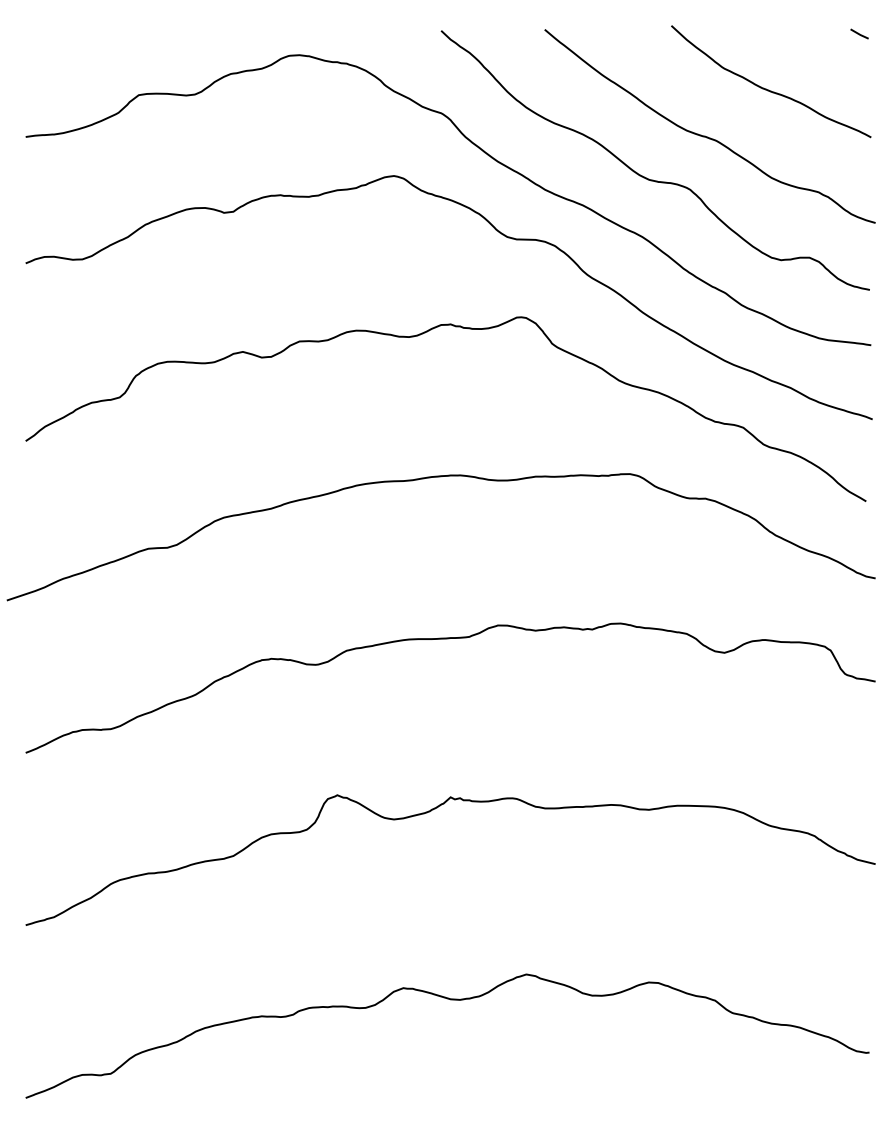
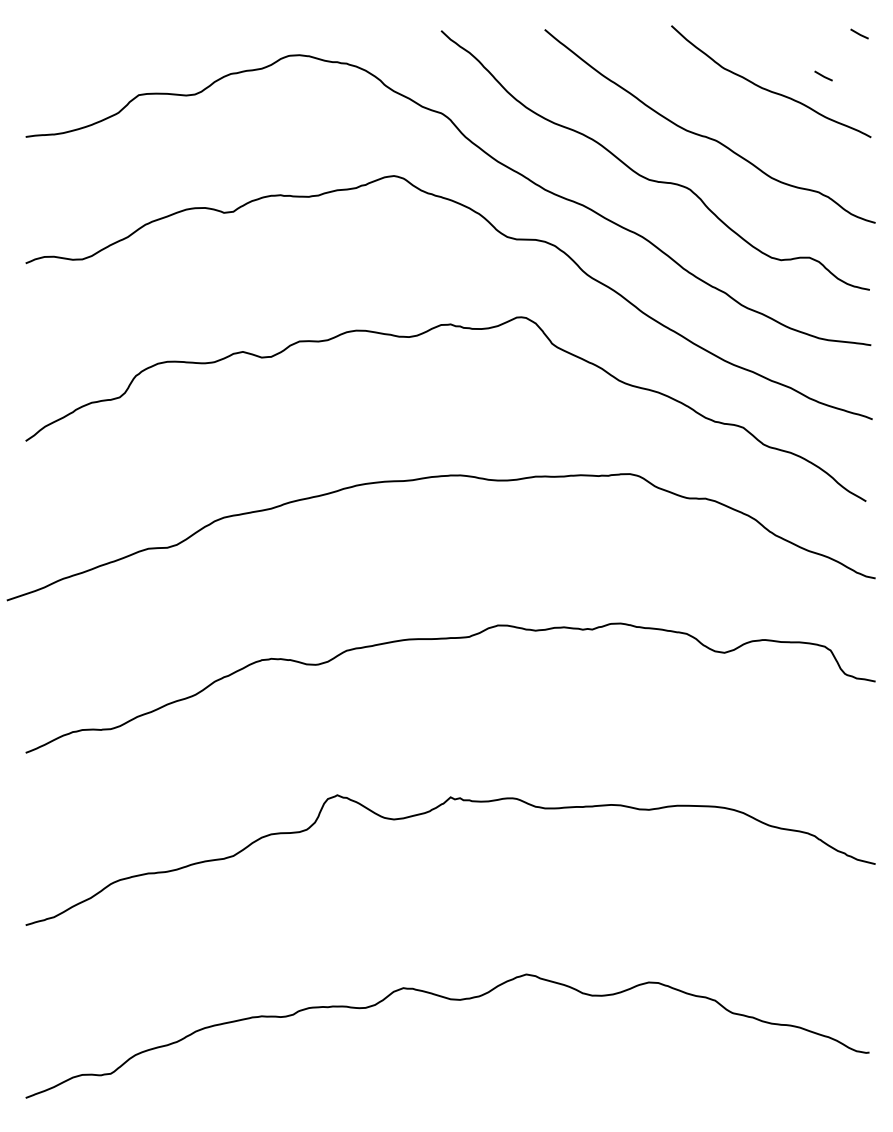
line at (823, 75): none -> present
